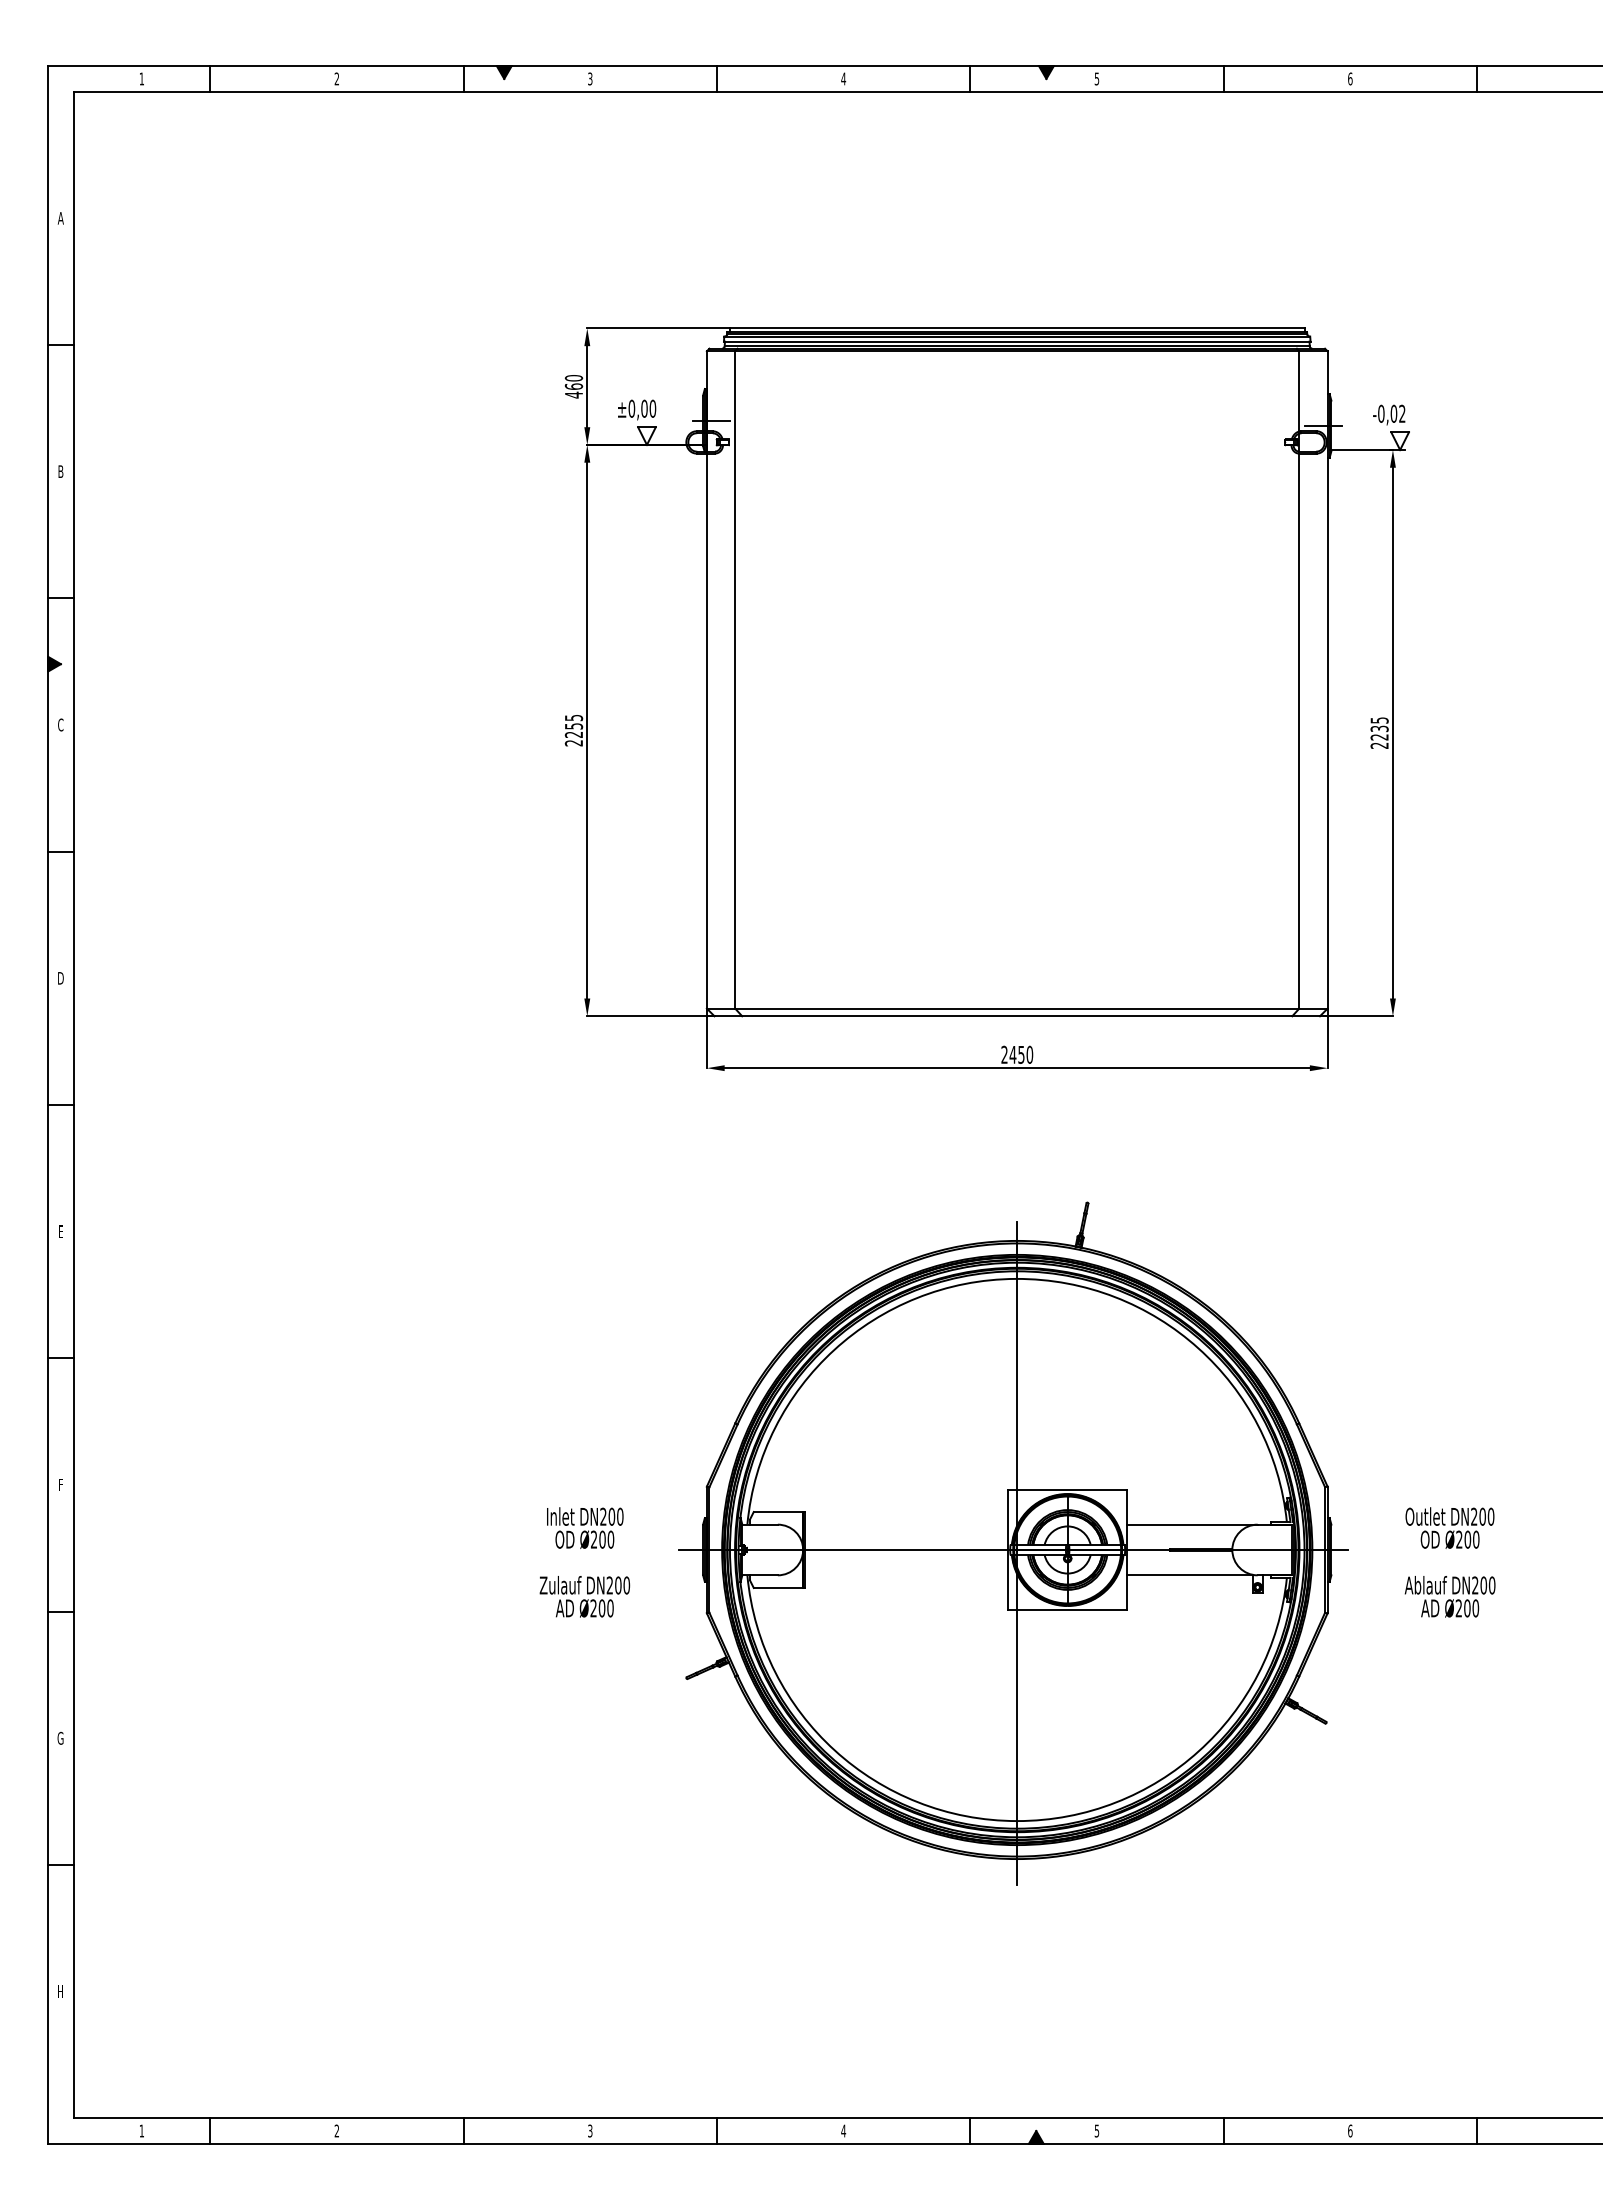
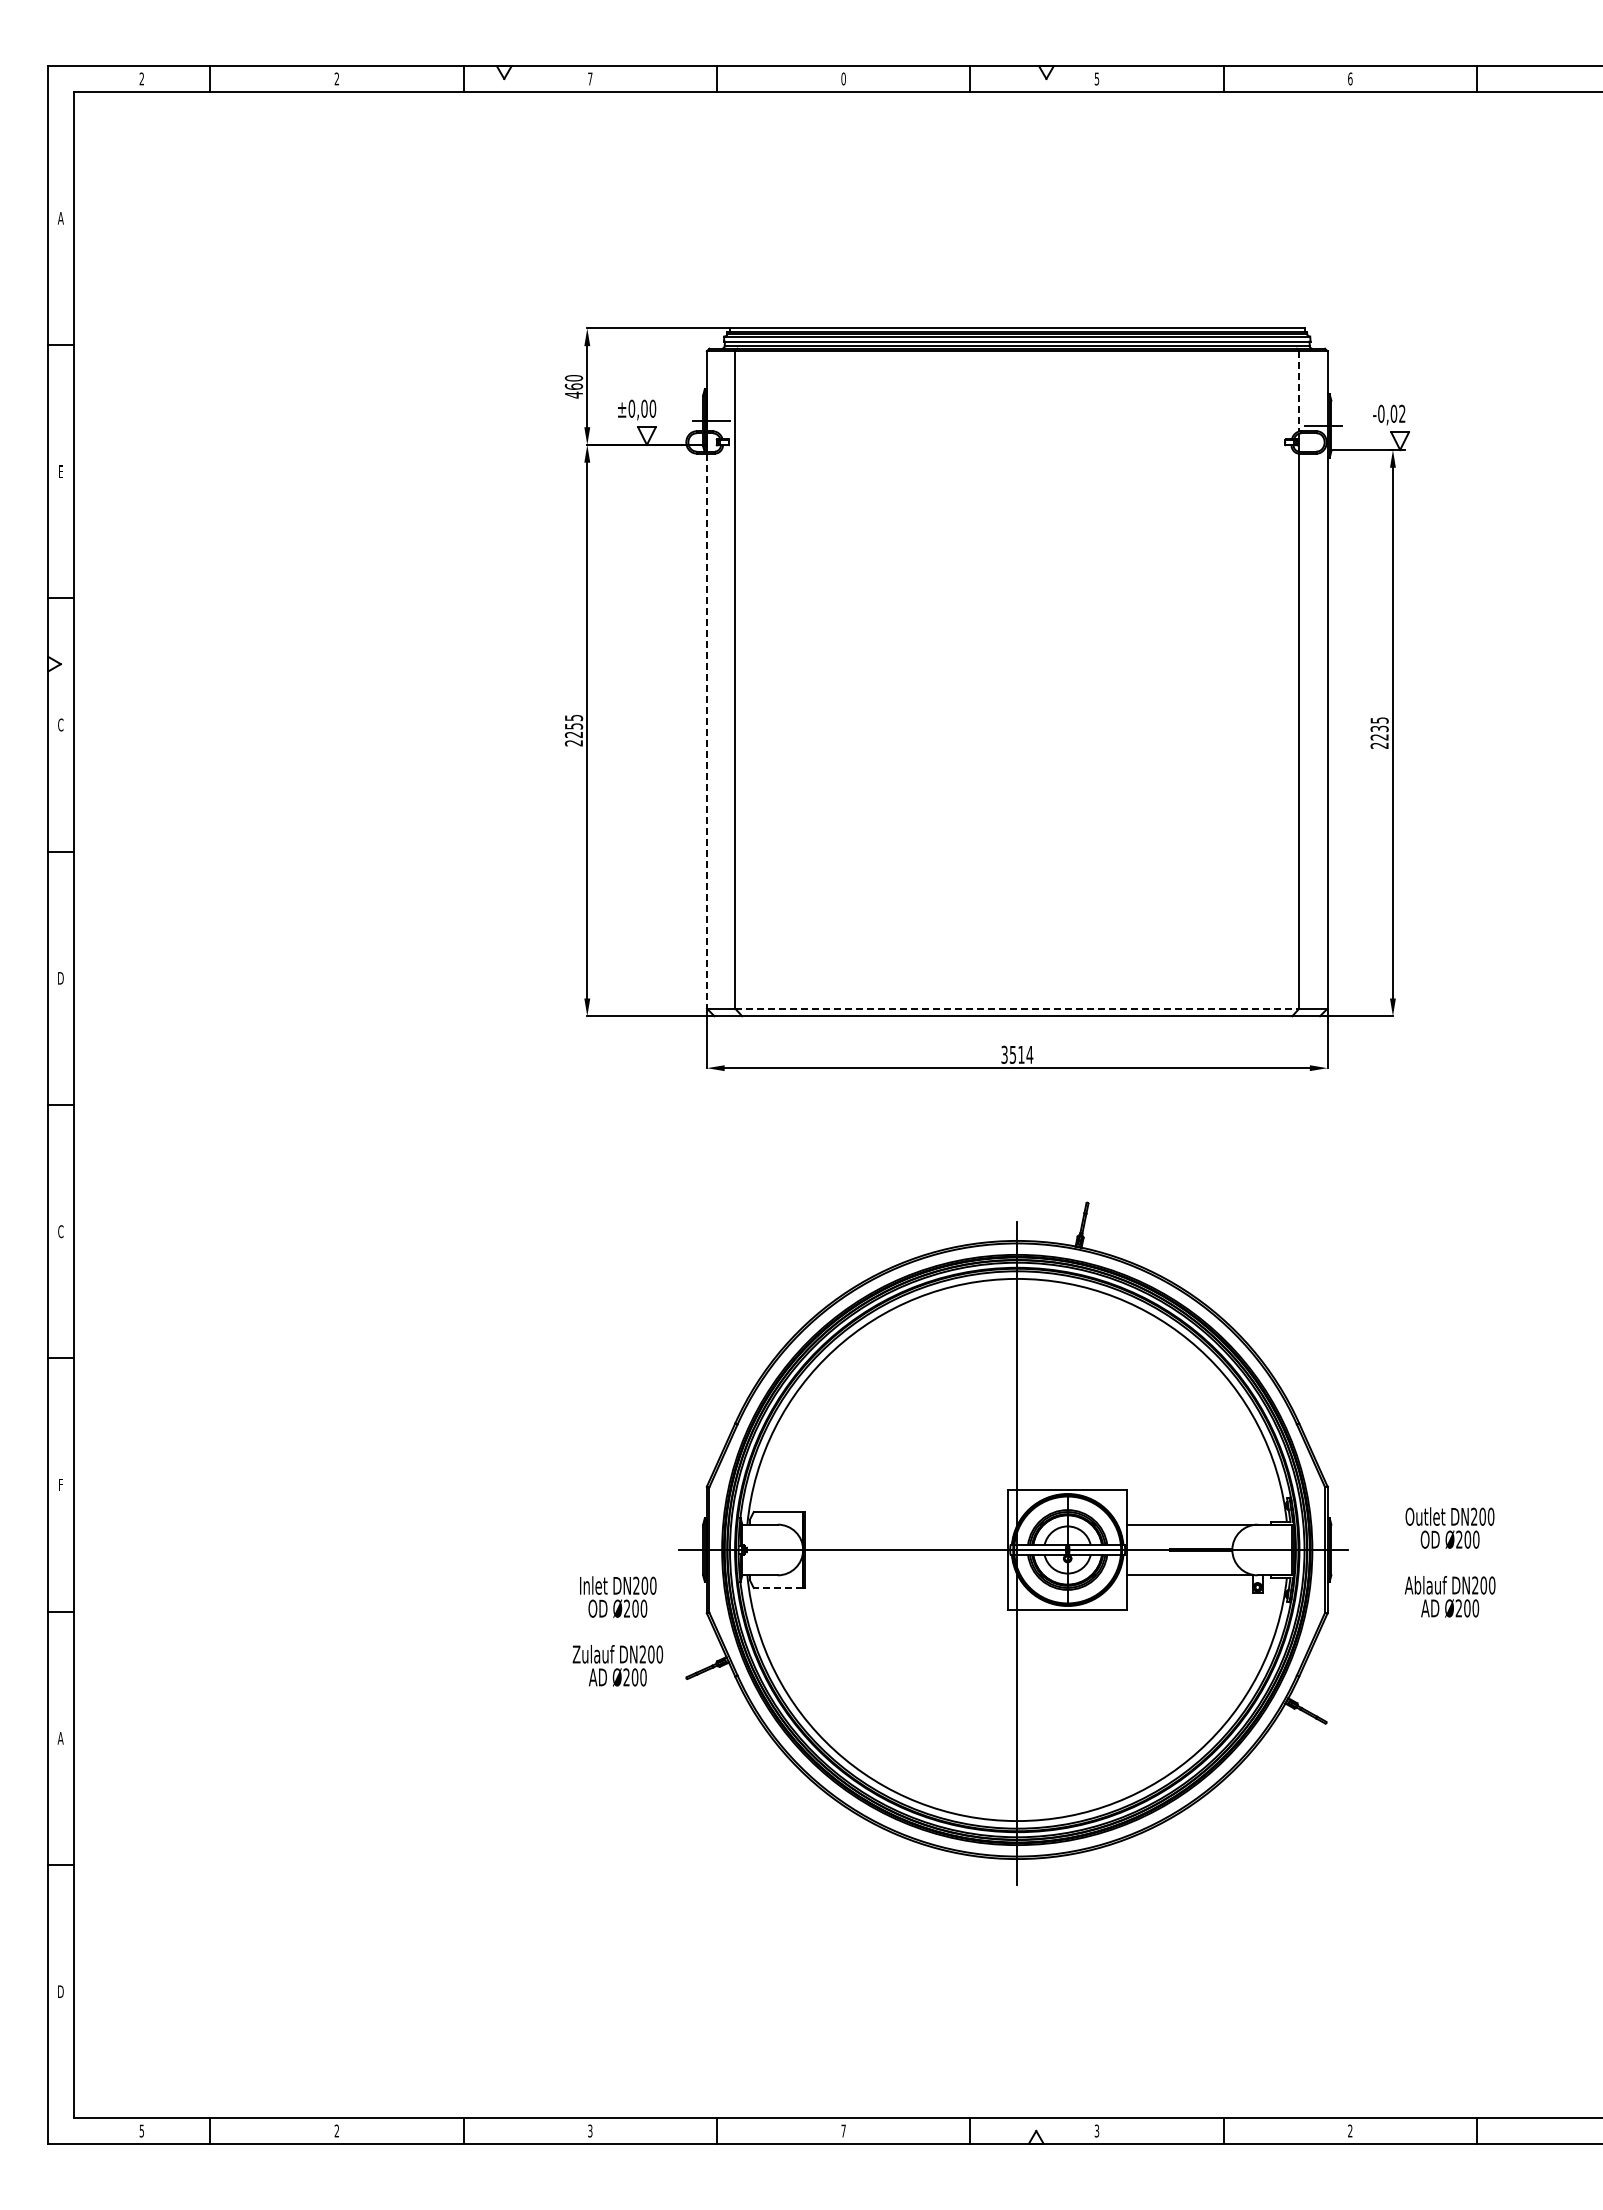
fill at (503, 72): present -> none
fill at (1046, 72): present -> none
text at (141, 78): 1 -> 2
text at (590, 78): 3 -> 7
text at (843, 78): 4 -> 0
line at (1299, 391): solid -> dashed
text at (60, 471): B -> E
fill at (54, 663): present -> none
line at (706, 731): solid -> dashed
line at (1017, 1008): solid -> dashed
text at (1017, 1054): 2450 -> 3514
text at (60, 1231): E -> C
text at (584, 1562) position: (584, 1562) -> (617, 1631)
line at (777, 1588): solid -> dashed
text at (60, 1737): G -> A
text at (60, 1991): H -> D
text at (141, 2130): 1 -> 5
text at (843, 2130): 4 -> 7
text at (1097, 2130): 5 -> 3
text at (1350, 2130): 6 -> 2
fill at (1035, 2137): present -> none
